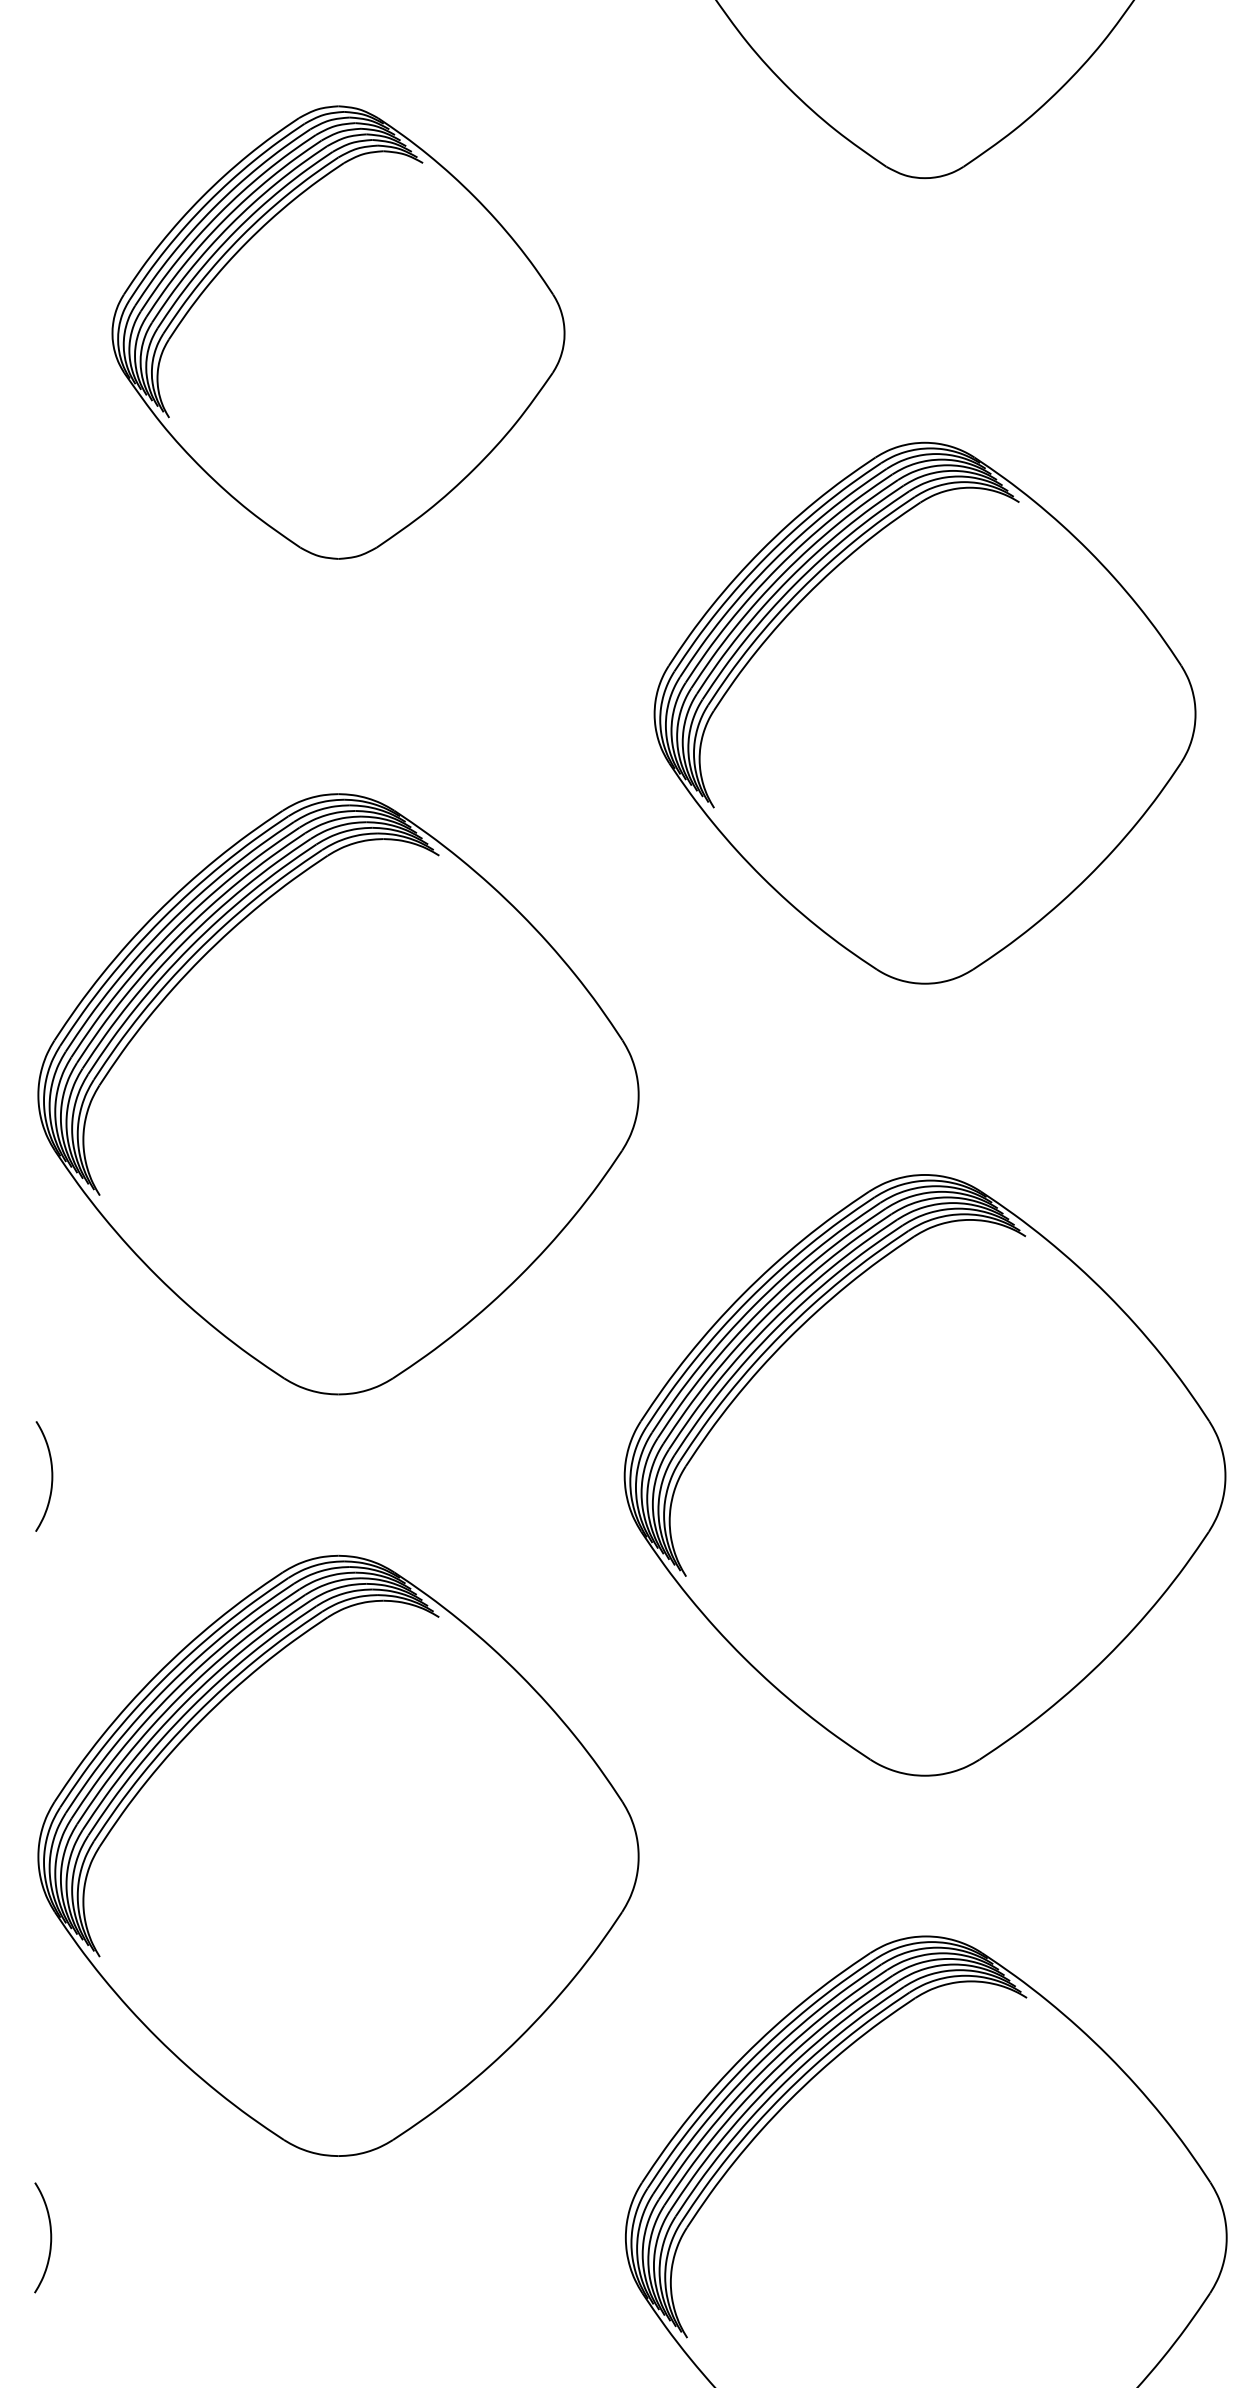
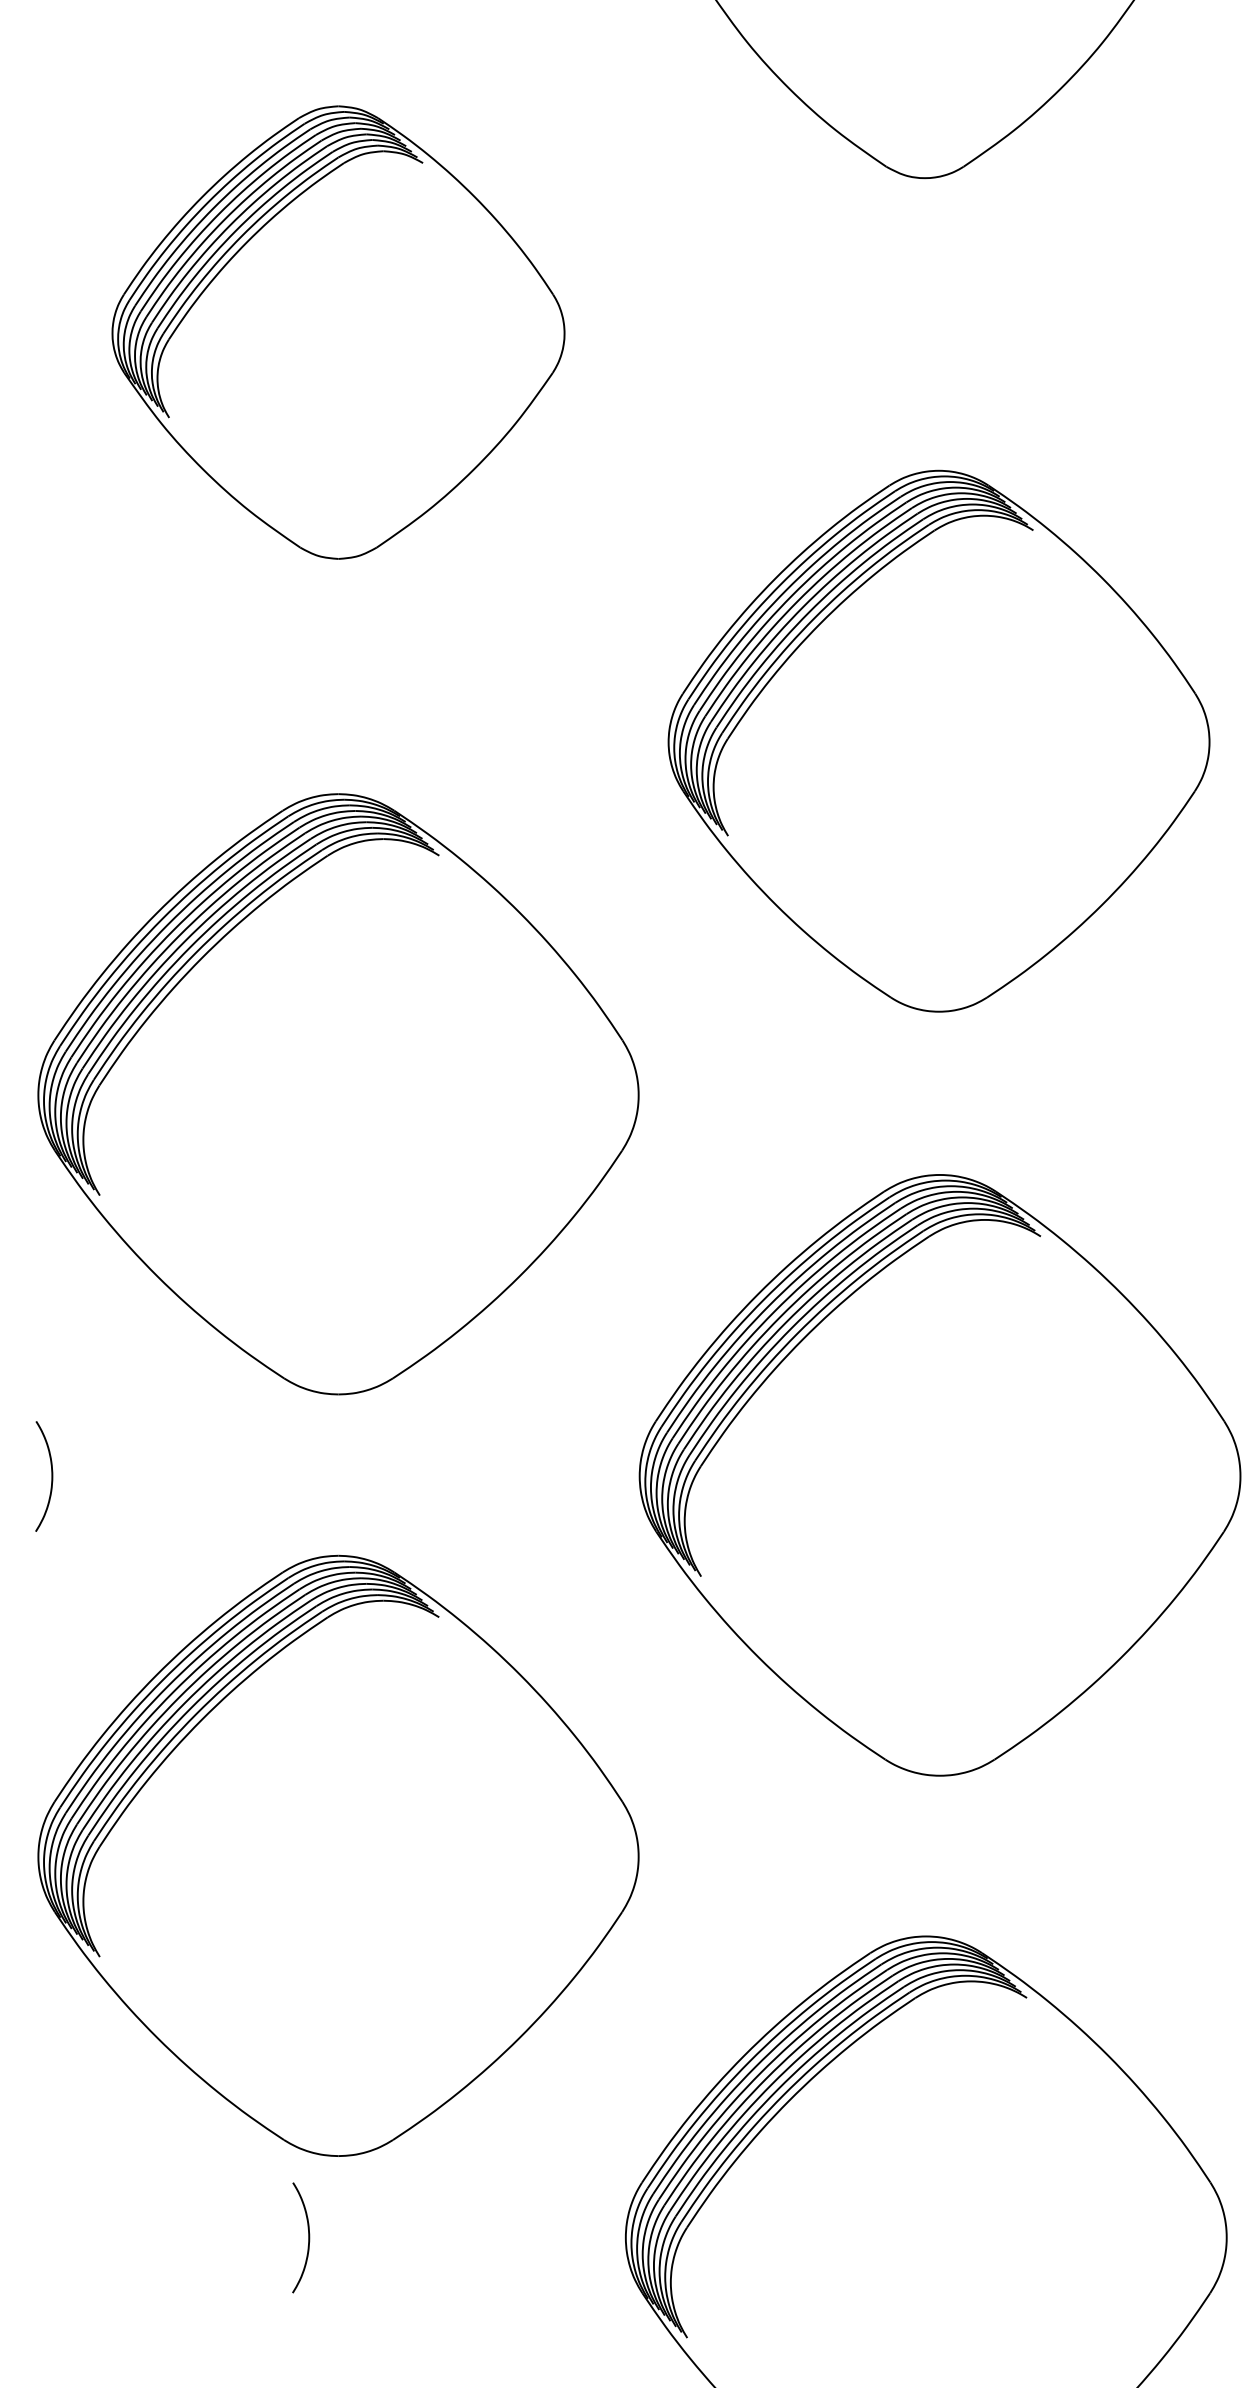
part at (924, 712) position: (924, 712) -> (938, 740)
part at (924, 1475) position: (924, 1475) -> (939, 1475)
curve at (50, 2237) position: (50, 2237) -> (308, 2237)
